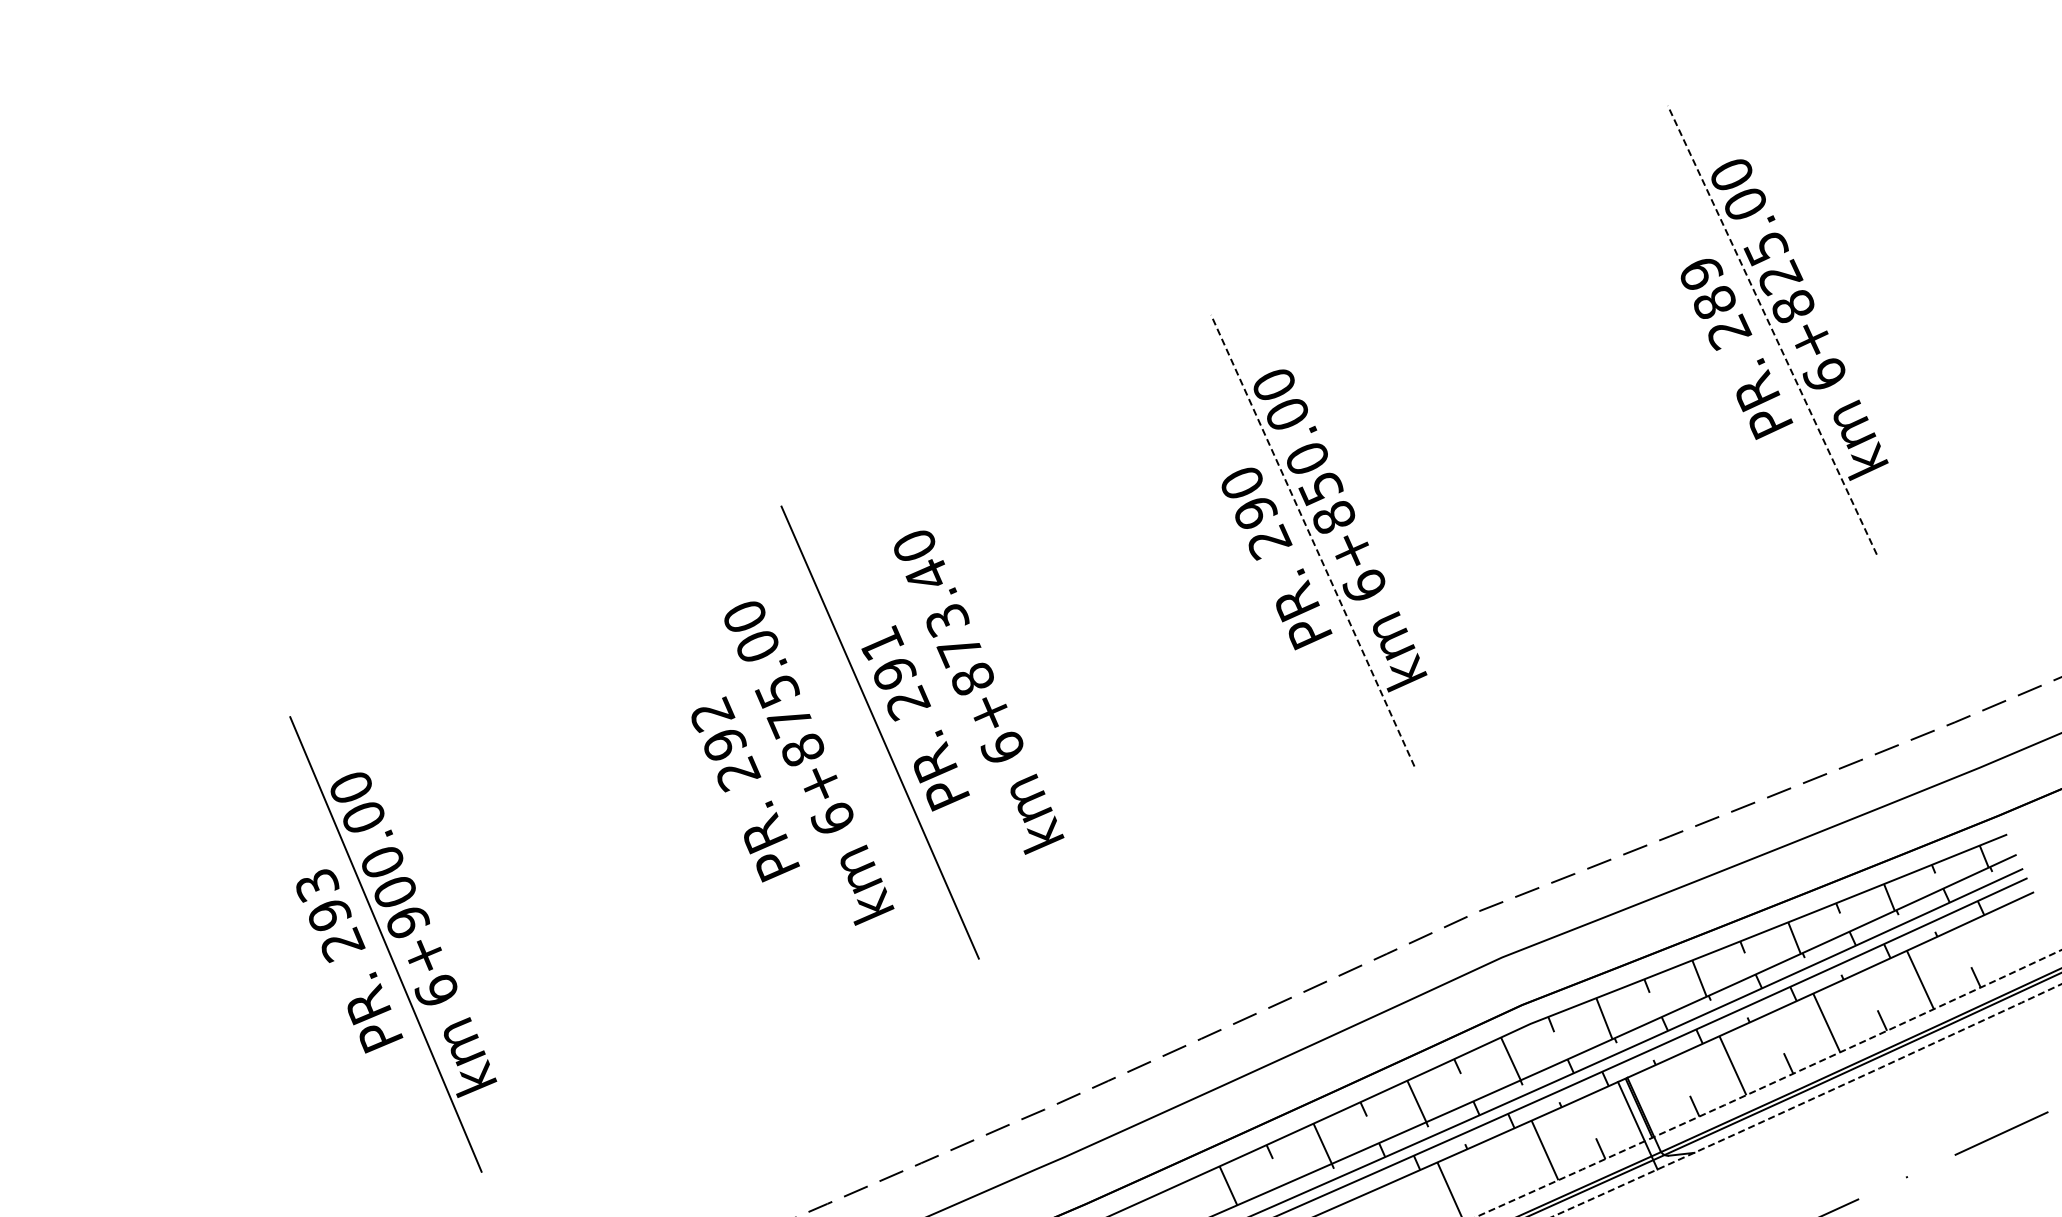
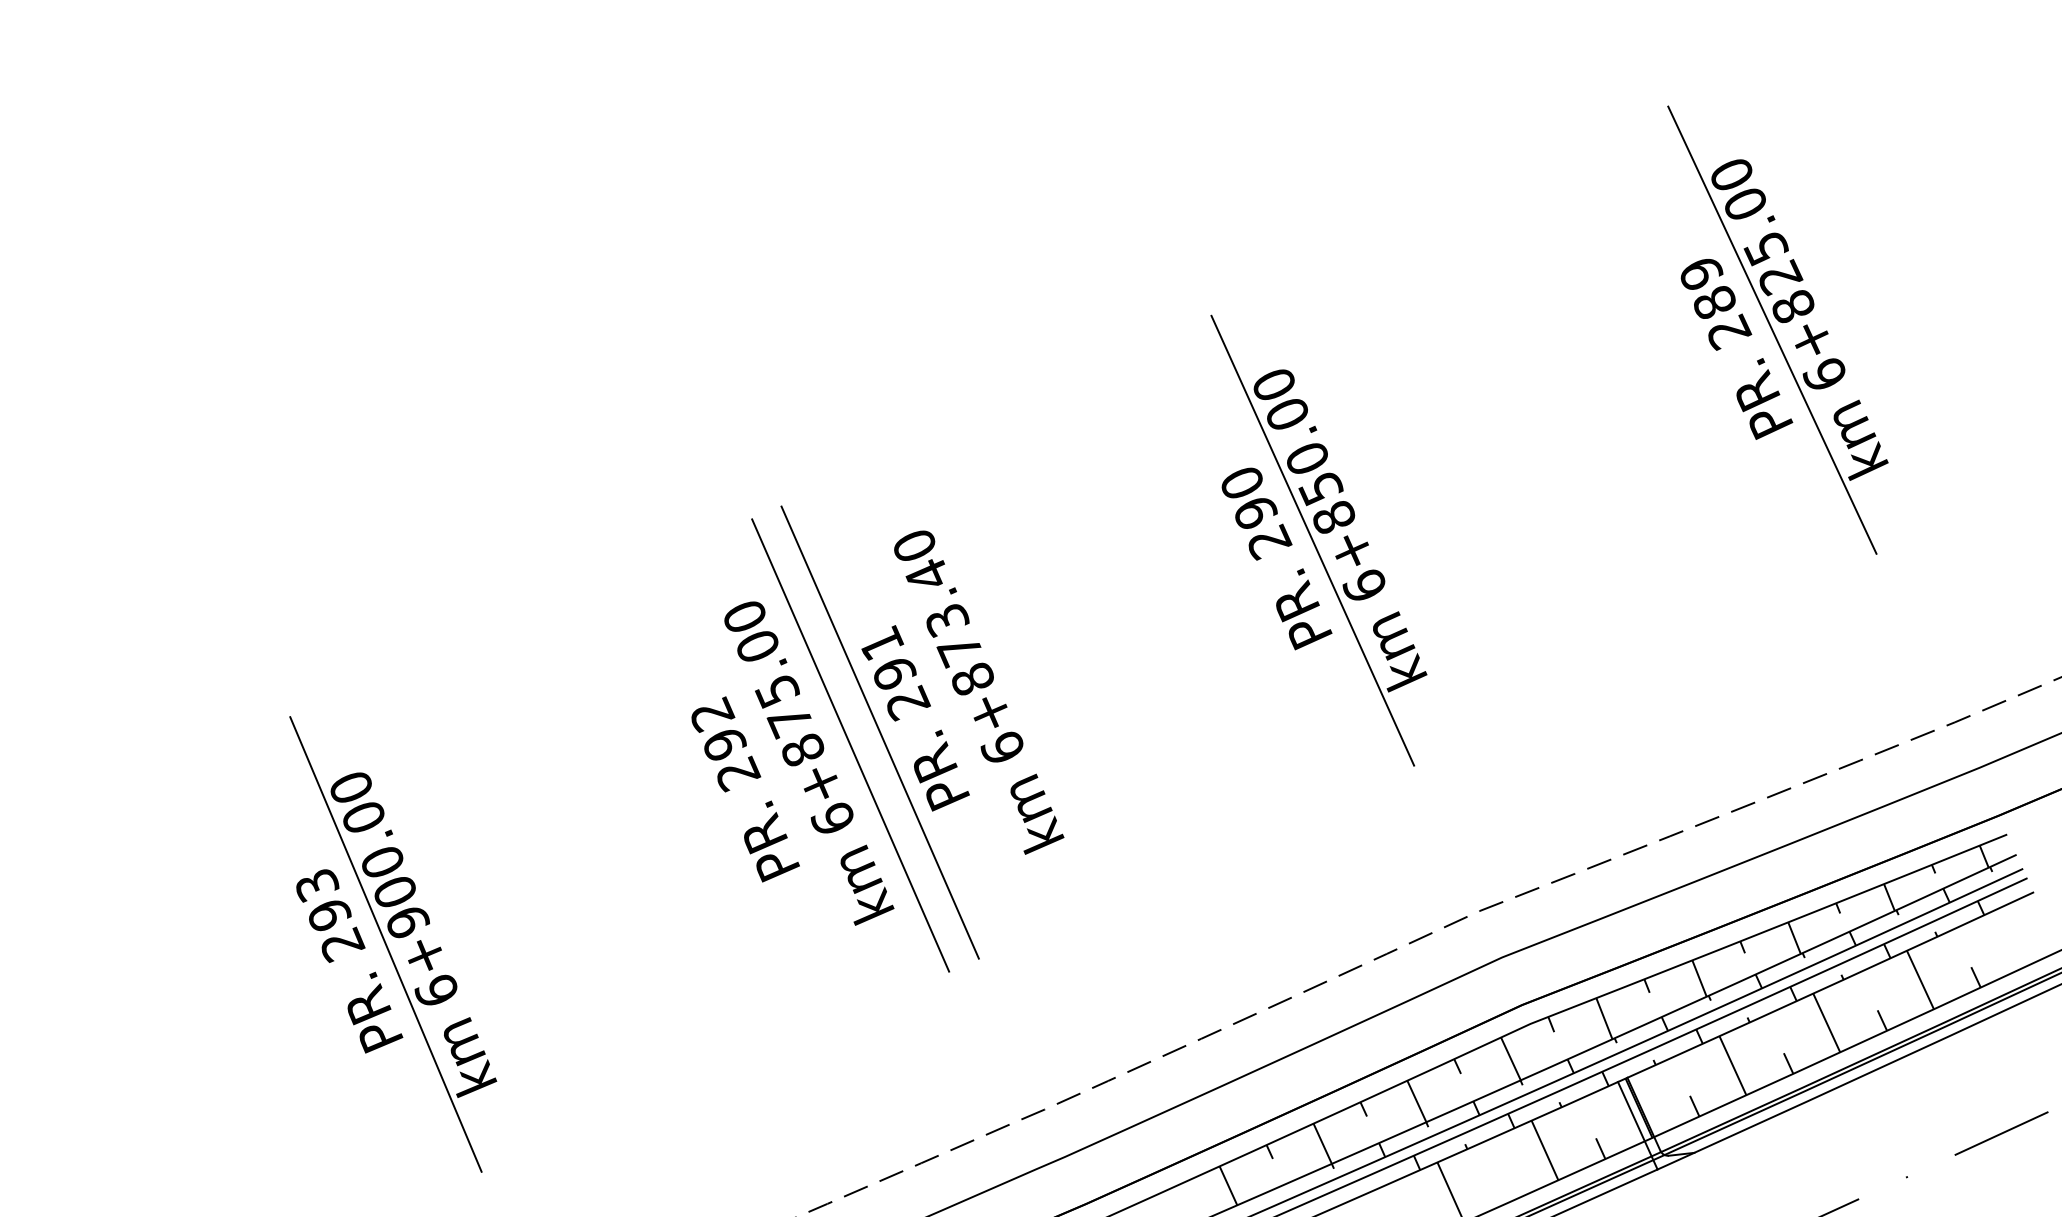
line at (1772, 330): dashed -> solid
line at (1312, 540): dashed -> solid
line at (850, 745): none -> present
line at (1769, 1084): dashed -> solid
arc at (1807, 1101): dashed -> solid
